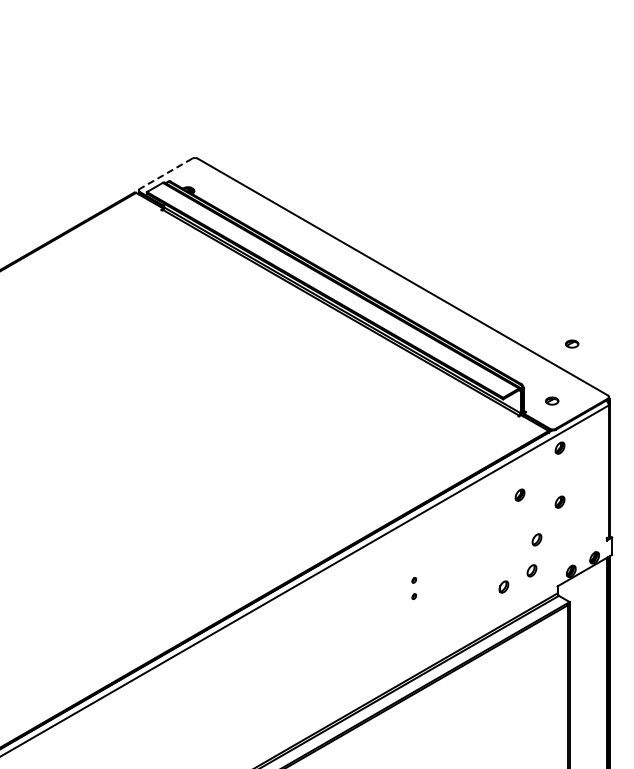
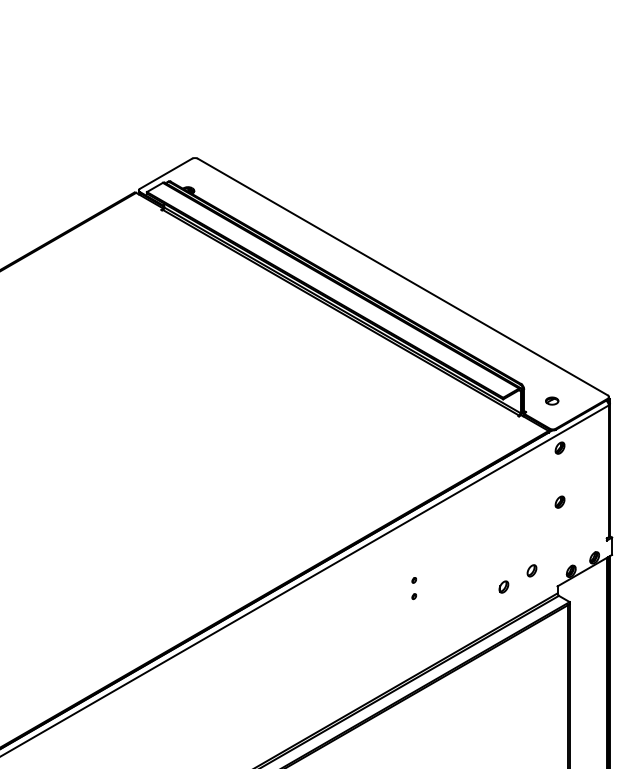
line at (165, 174): dashed -> solid
part at (572, 343): present -> none
part at (519, 494): present -> none
part at (536, 539): present -> none
